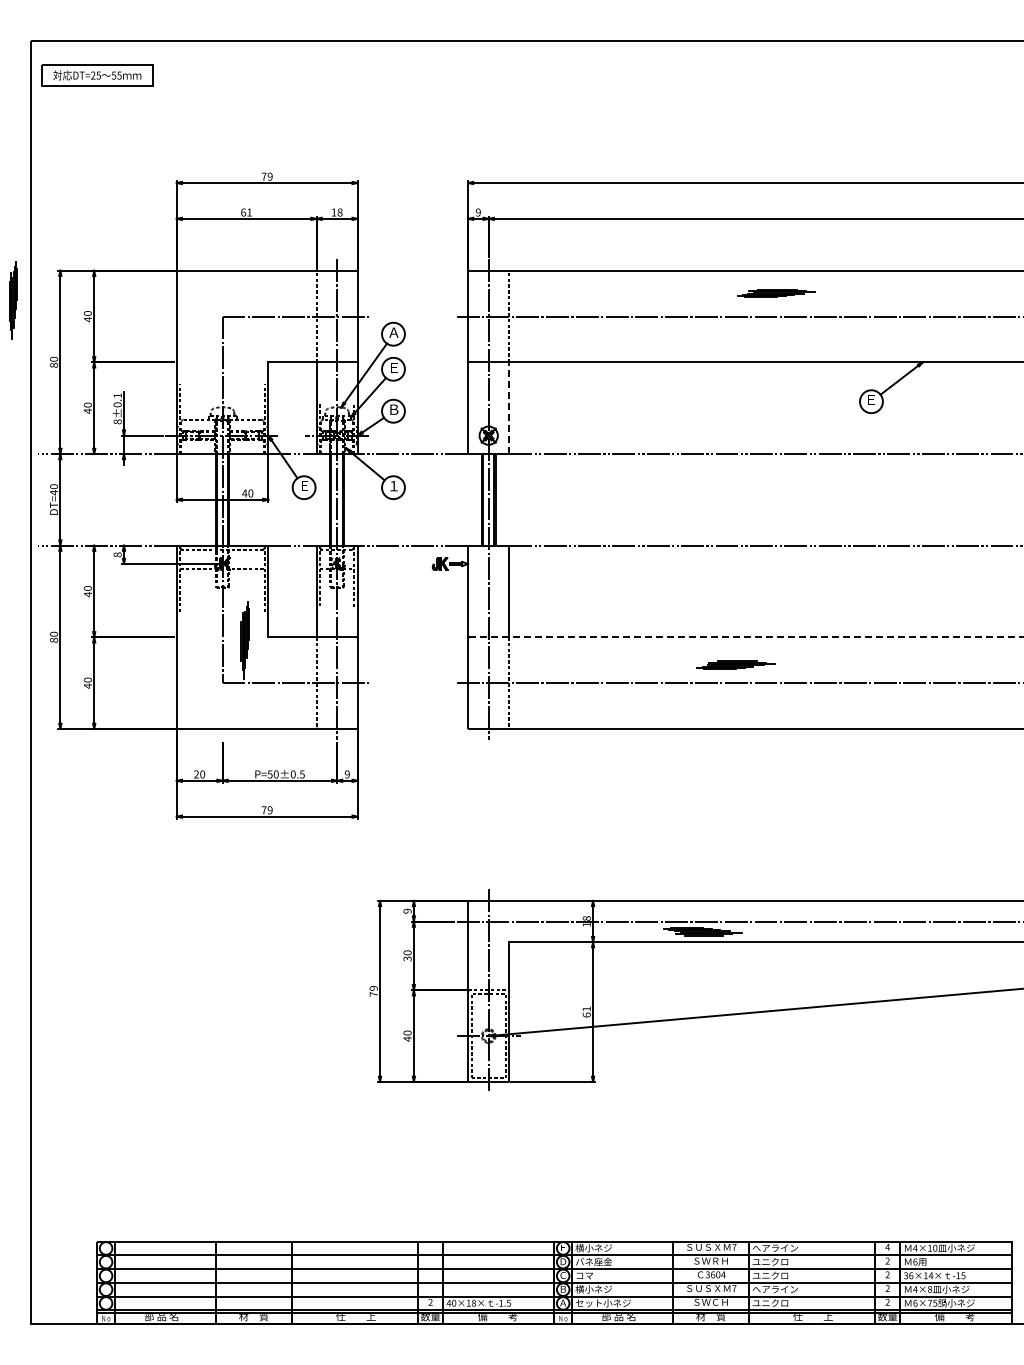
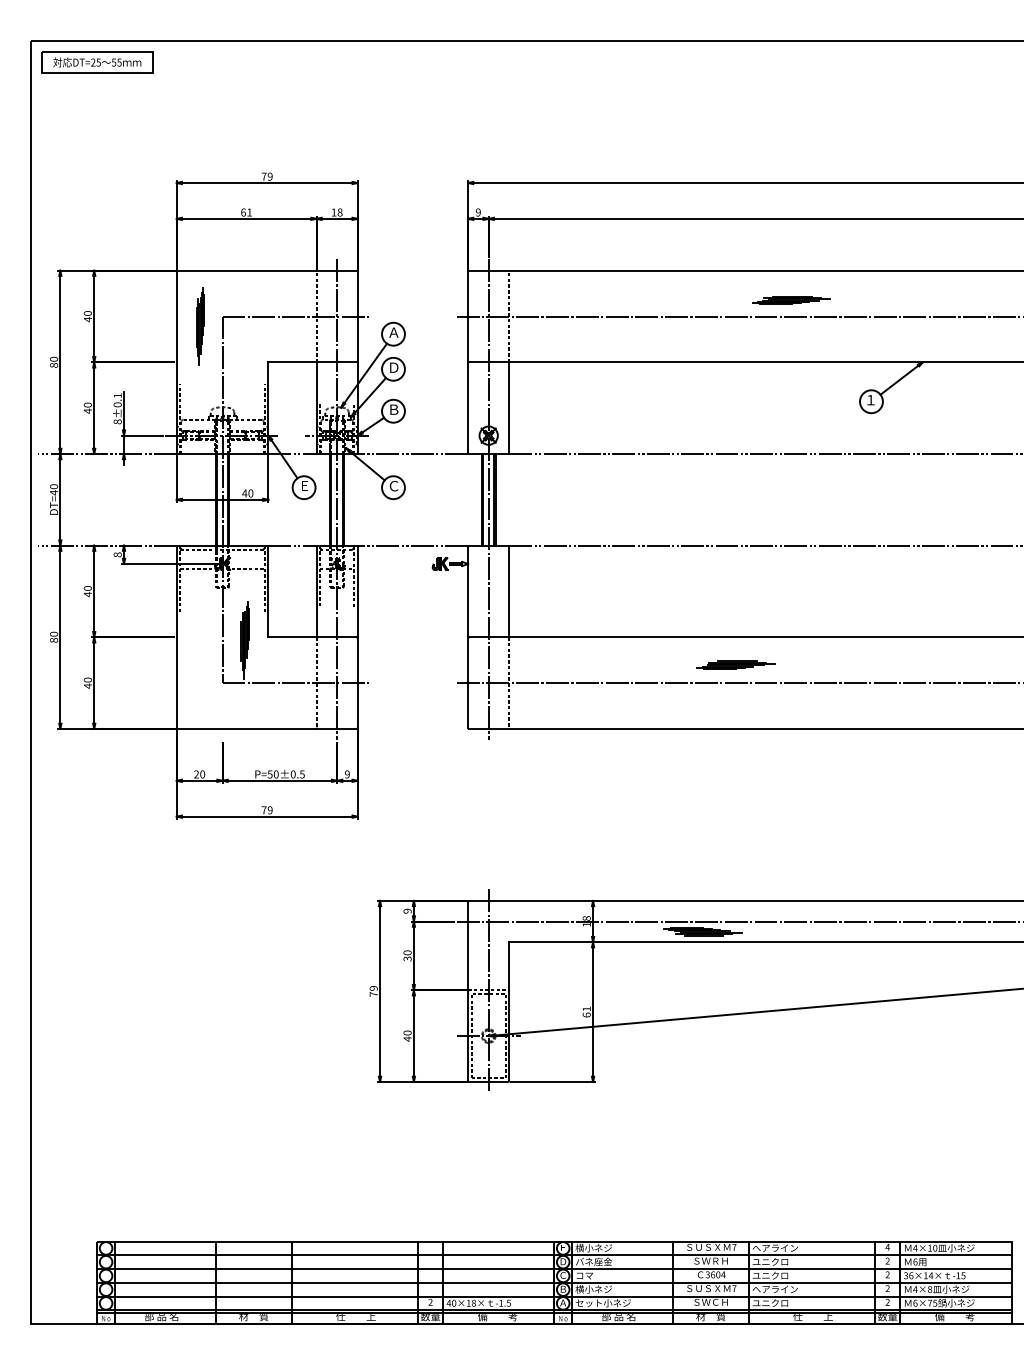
part at (97, 75) position: (97, 75) -> (97, 62)
part at (776, 293) position: (776, 293) -> (791, 300)
part at (13, 300) position: (13, 300) -> (200, 326)
text at (394, 367): Ｅ -> Ｄ
text at (870, 400): Ｅ -> １
line at (509, 408): dashed -> solid
text at (393, 485): １ -> Ｃ
line at (745, 637): dashed -> solid
